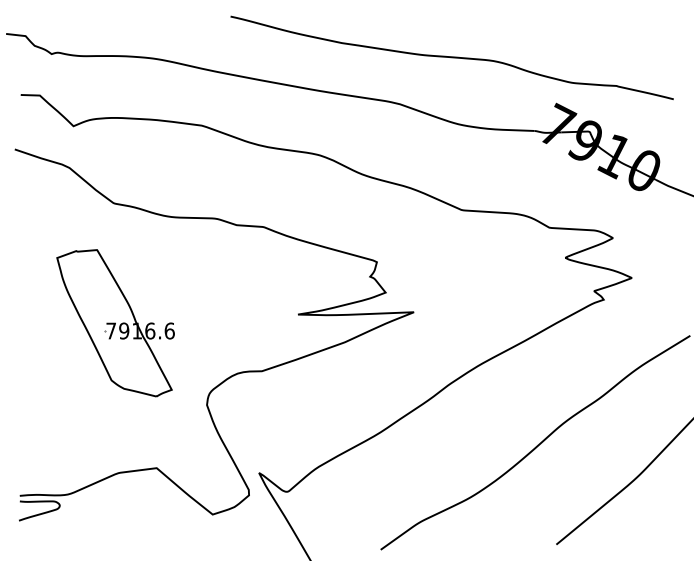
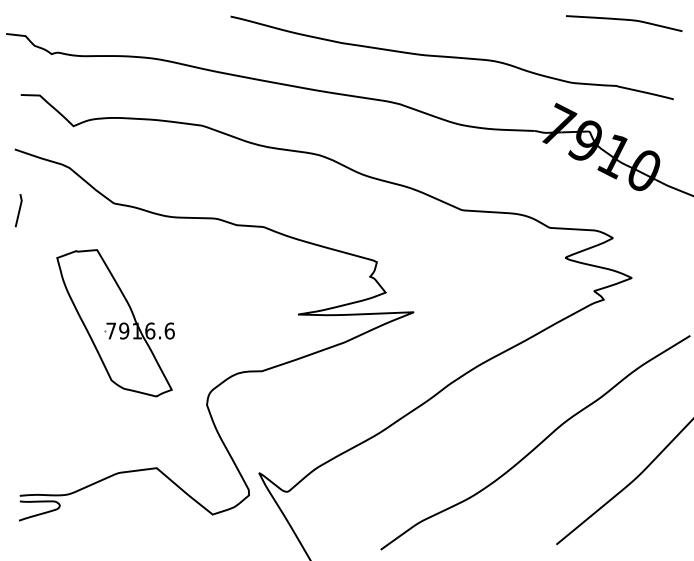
curve at (624, 20): none -> present
line at (18, 210): none -> present
